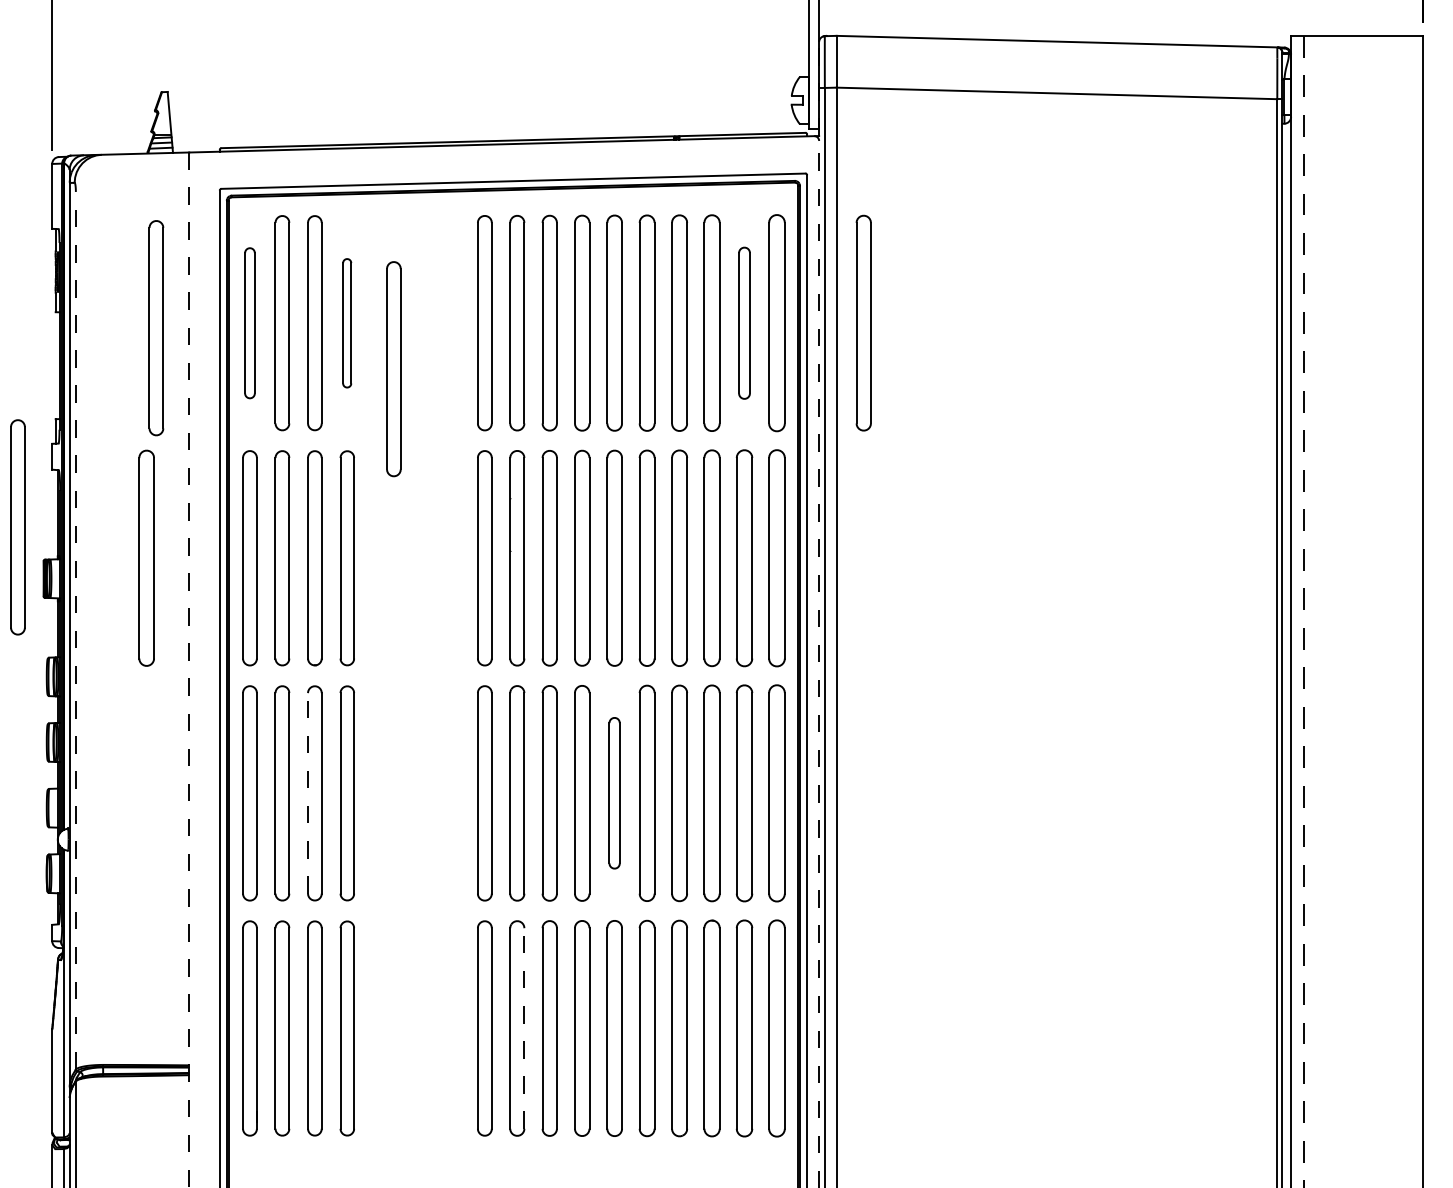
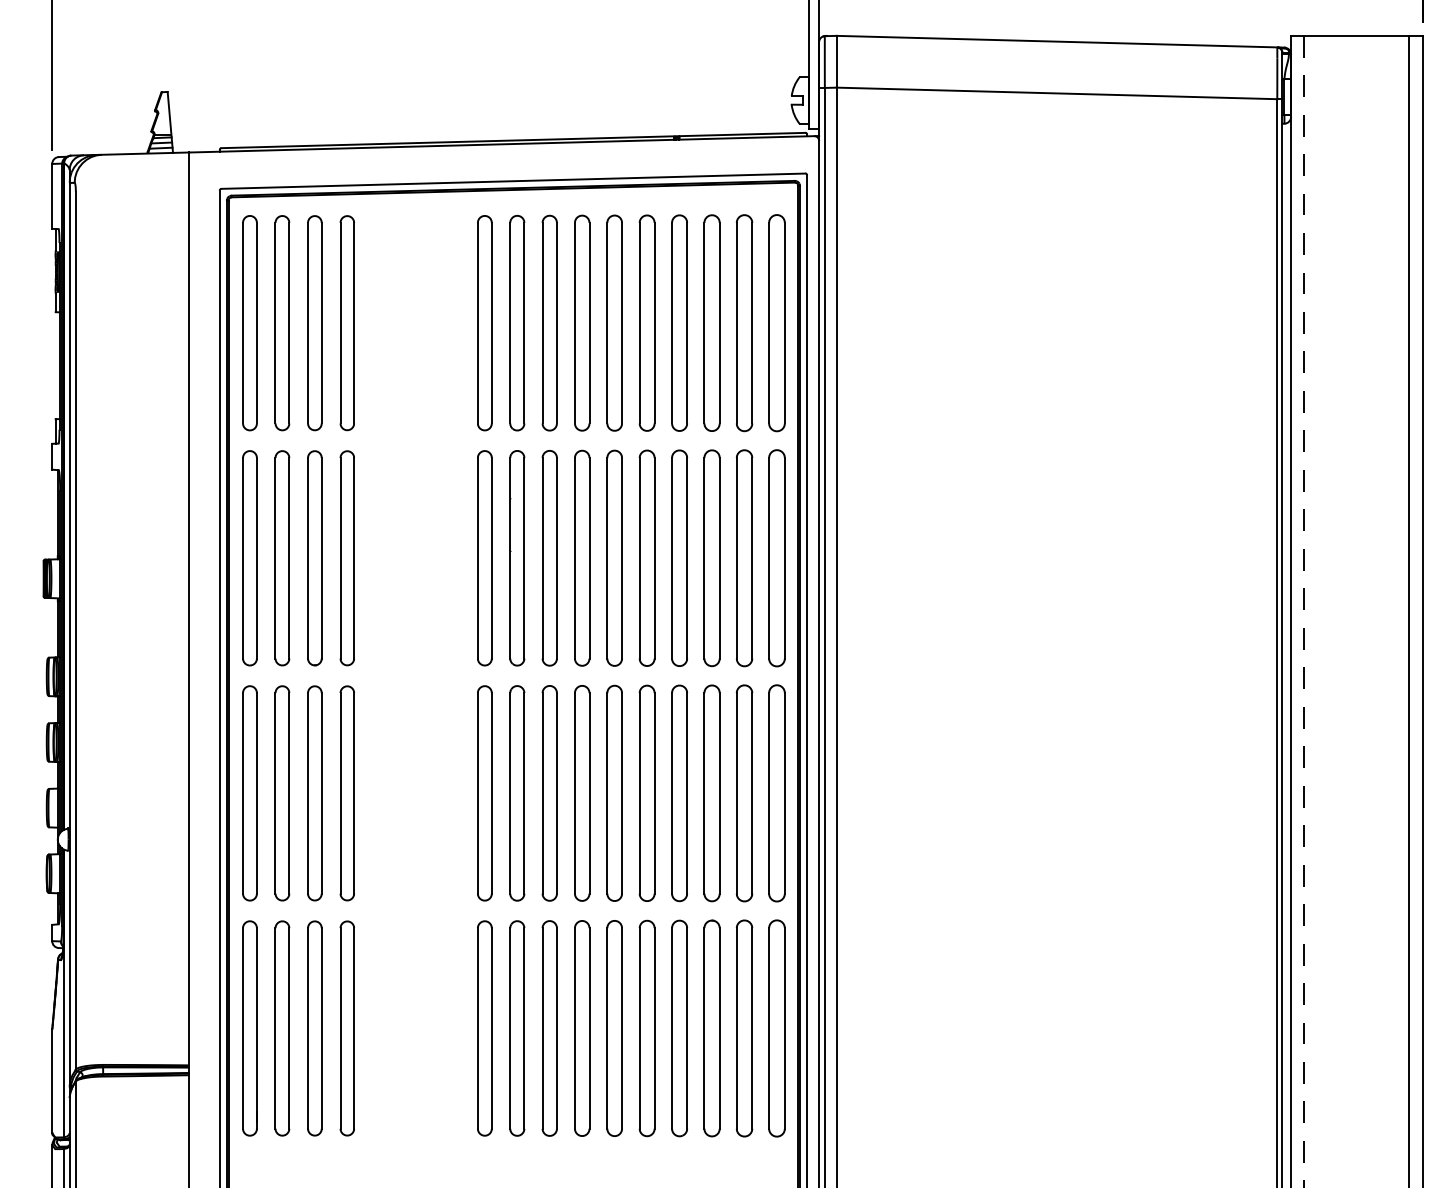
part at (744, 322) size: 13x154 px -> 19x219 px
part at (863, 322): present -> none
part at (249, 323) size: 12x153 px -> 16x217 px
part at (347, 323) size: 11x131 px -> 16x217 px
part at (156, 328): present -> none
part at (393, 369): present -> none
part at (17, 527): present -> none
part at (146, 557): present -> none
line at (1409, 609): none -> present
line at (819, 614): dashed -> solid
line at (75, 630): dashed -> solid
line at (189, 669): dashed -> solid
line at (308, 792): dashed -> solid
part at (614, 793) size: 13x153 px -> 17x218 px
line at (524, 1028): dashed -> solid
